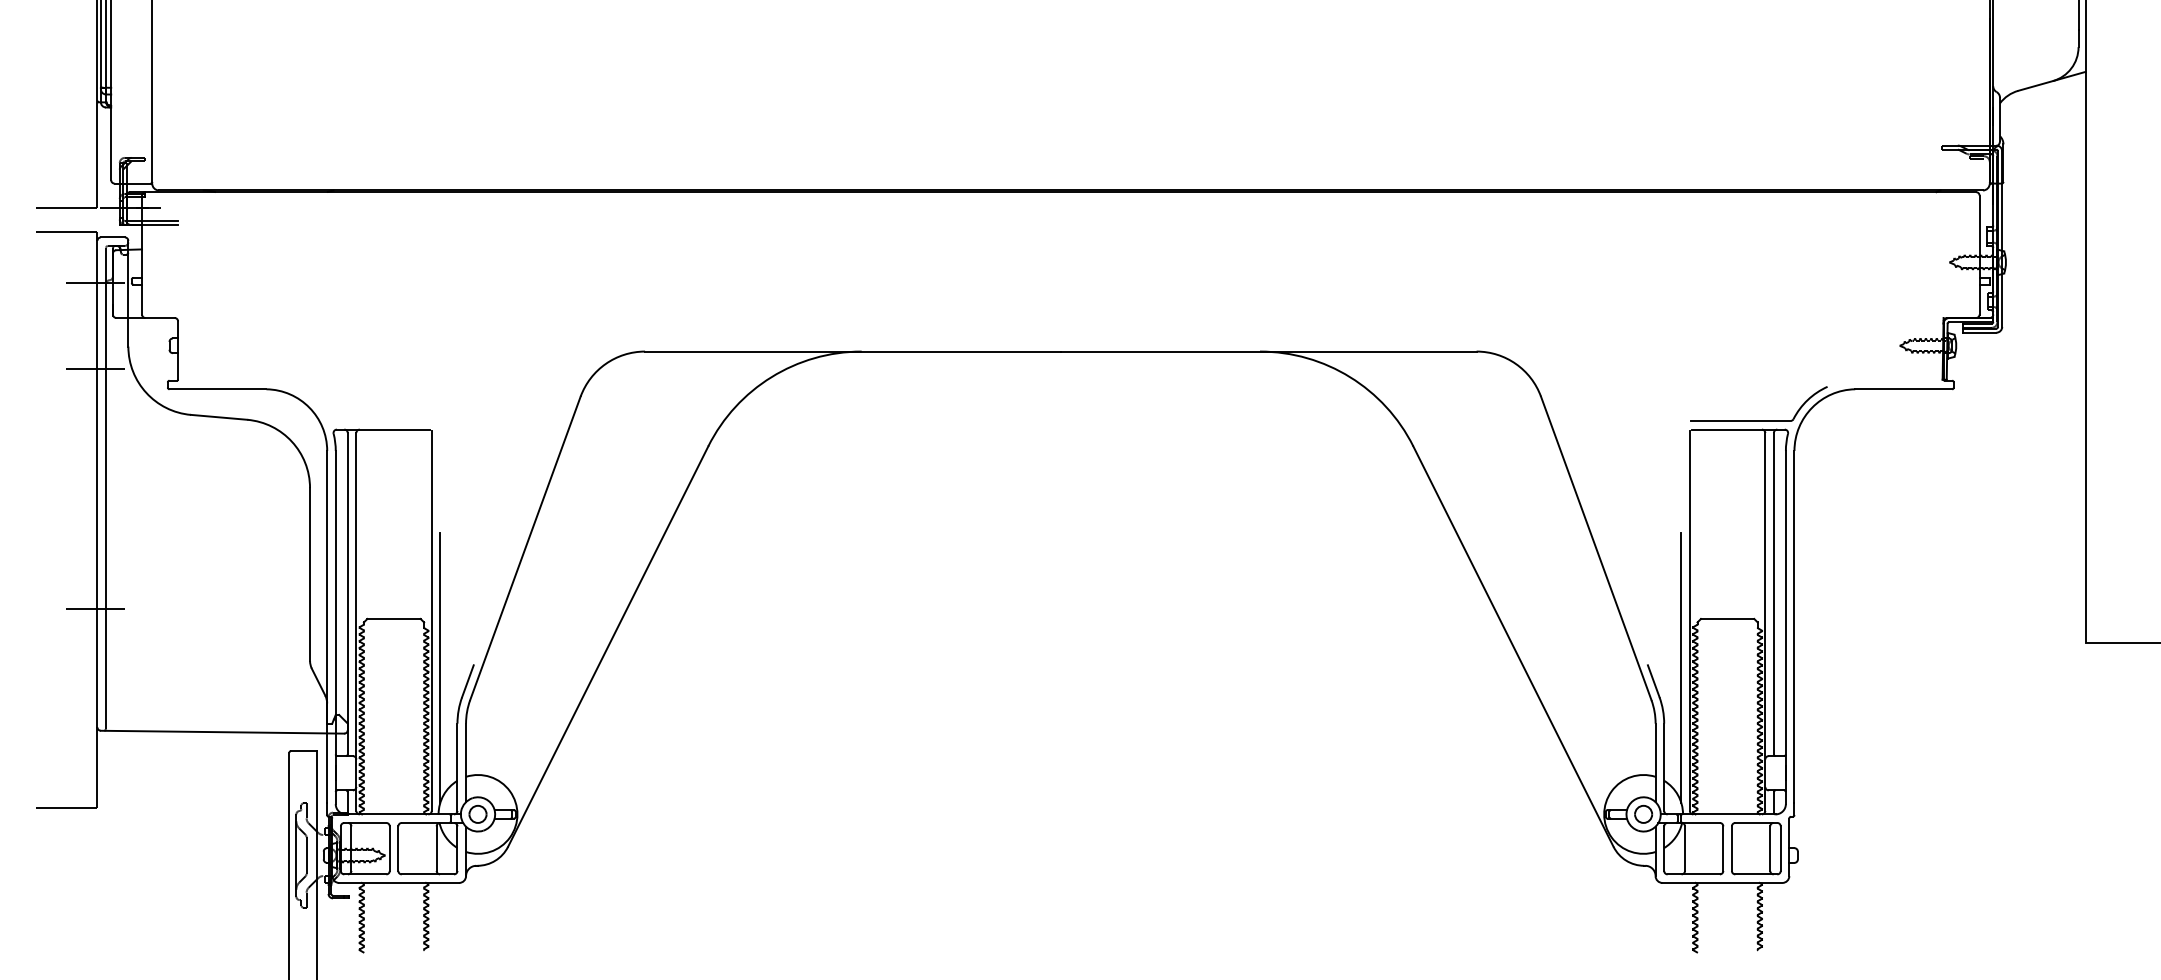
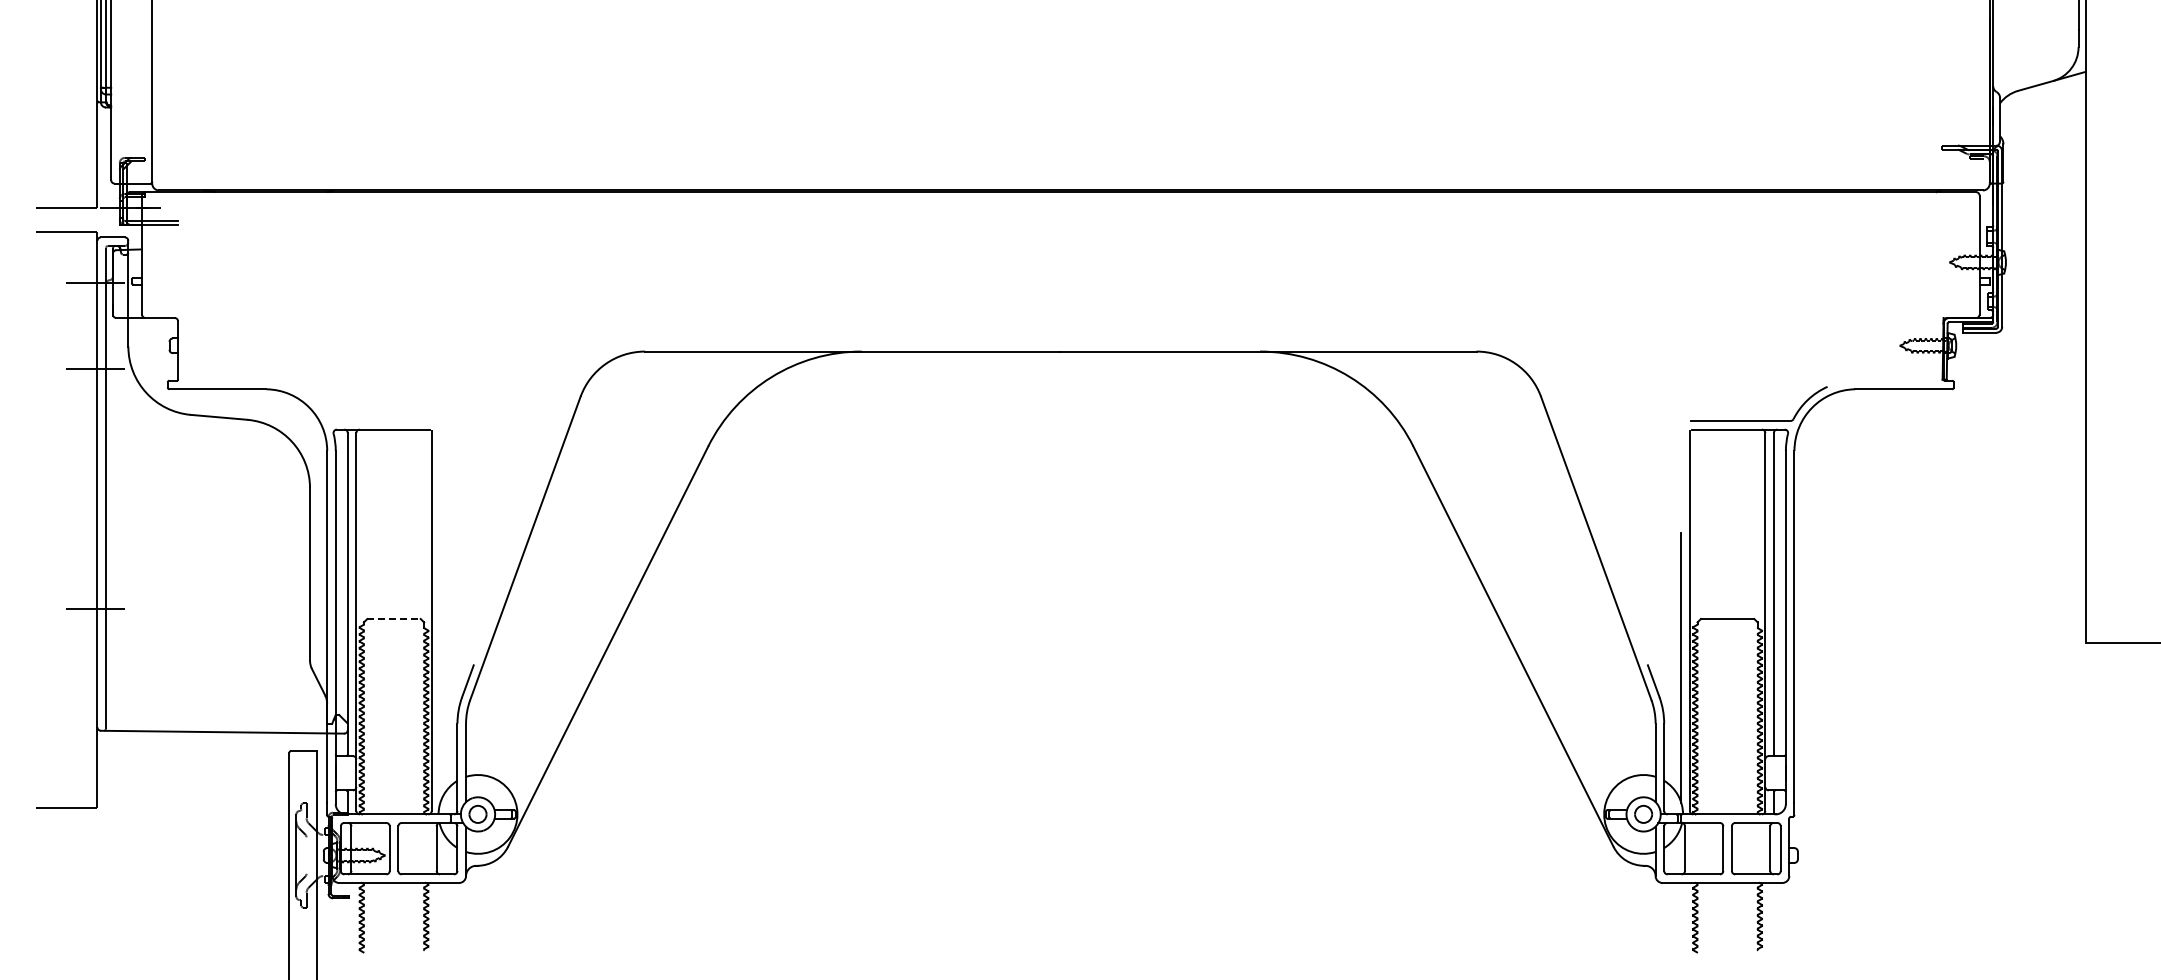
line at (394, 618): solid -> dashed
line at (440, 667): present -> none
line at (306, 855): present -> none
